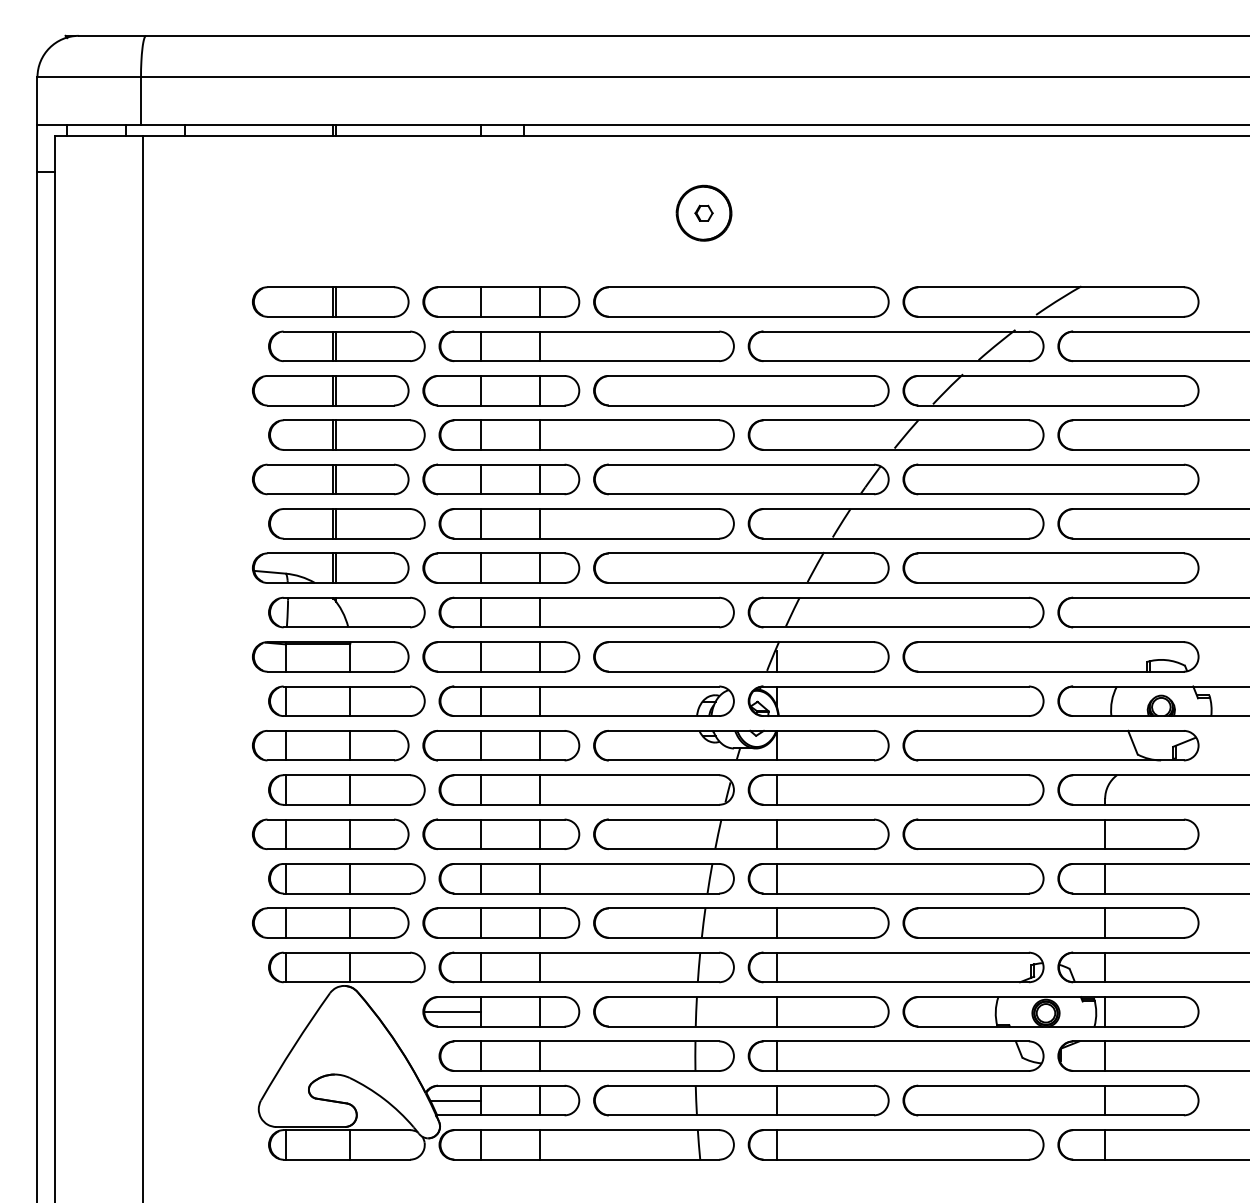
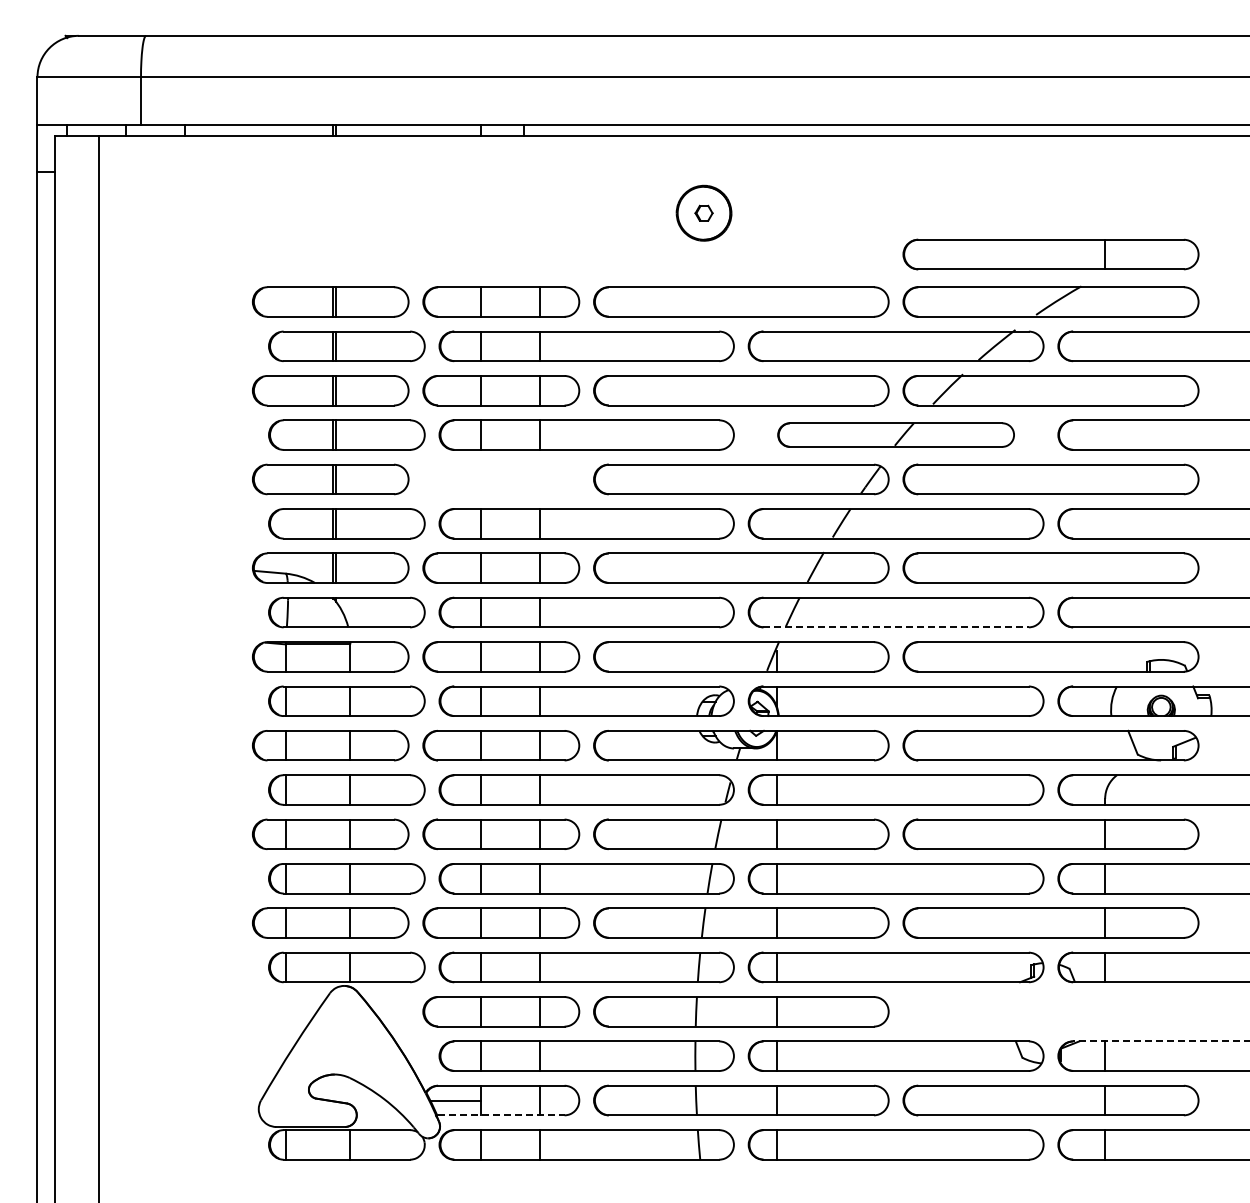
part at (1050, 254): none -> present
part at (895, 434) size: 298x32 px -> 238x26 px
part at (501, 479): present -> none
line at (896, 627): solid -> dashed
line at (143, 667) position: (143, 667) -> (99, 667)
line at (452, 1011): present -> none
part at (1050, 1011): present -> none
line at (1161, 1041): solid -> dashed
line at (501, 1115): solid -> dashed
